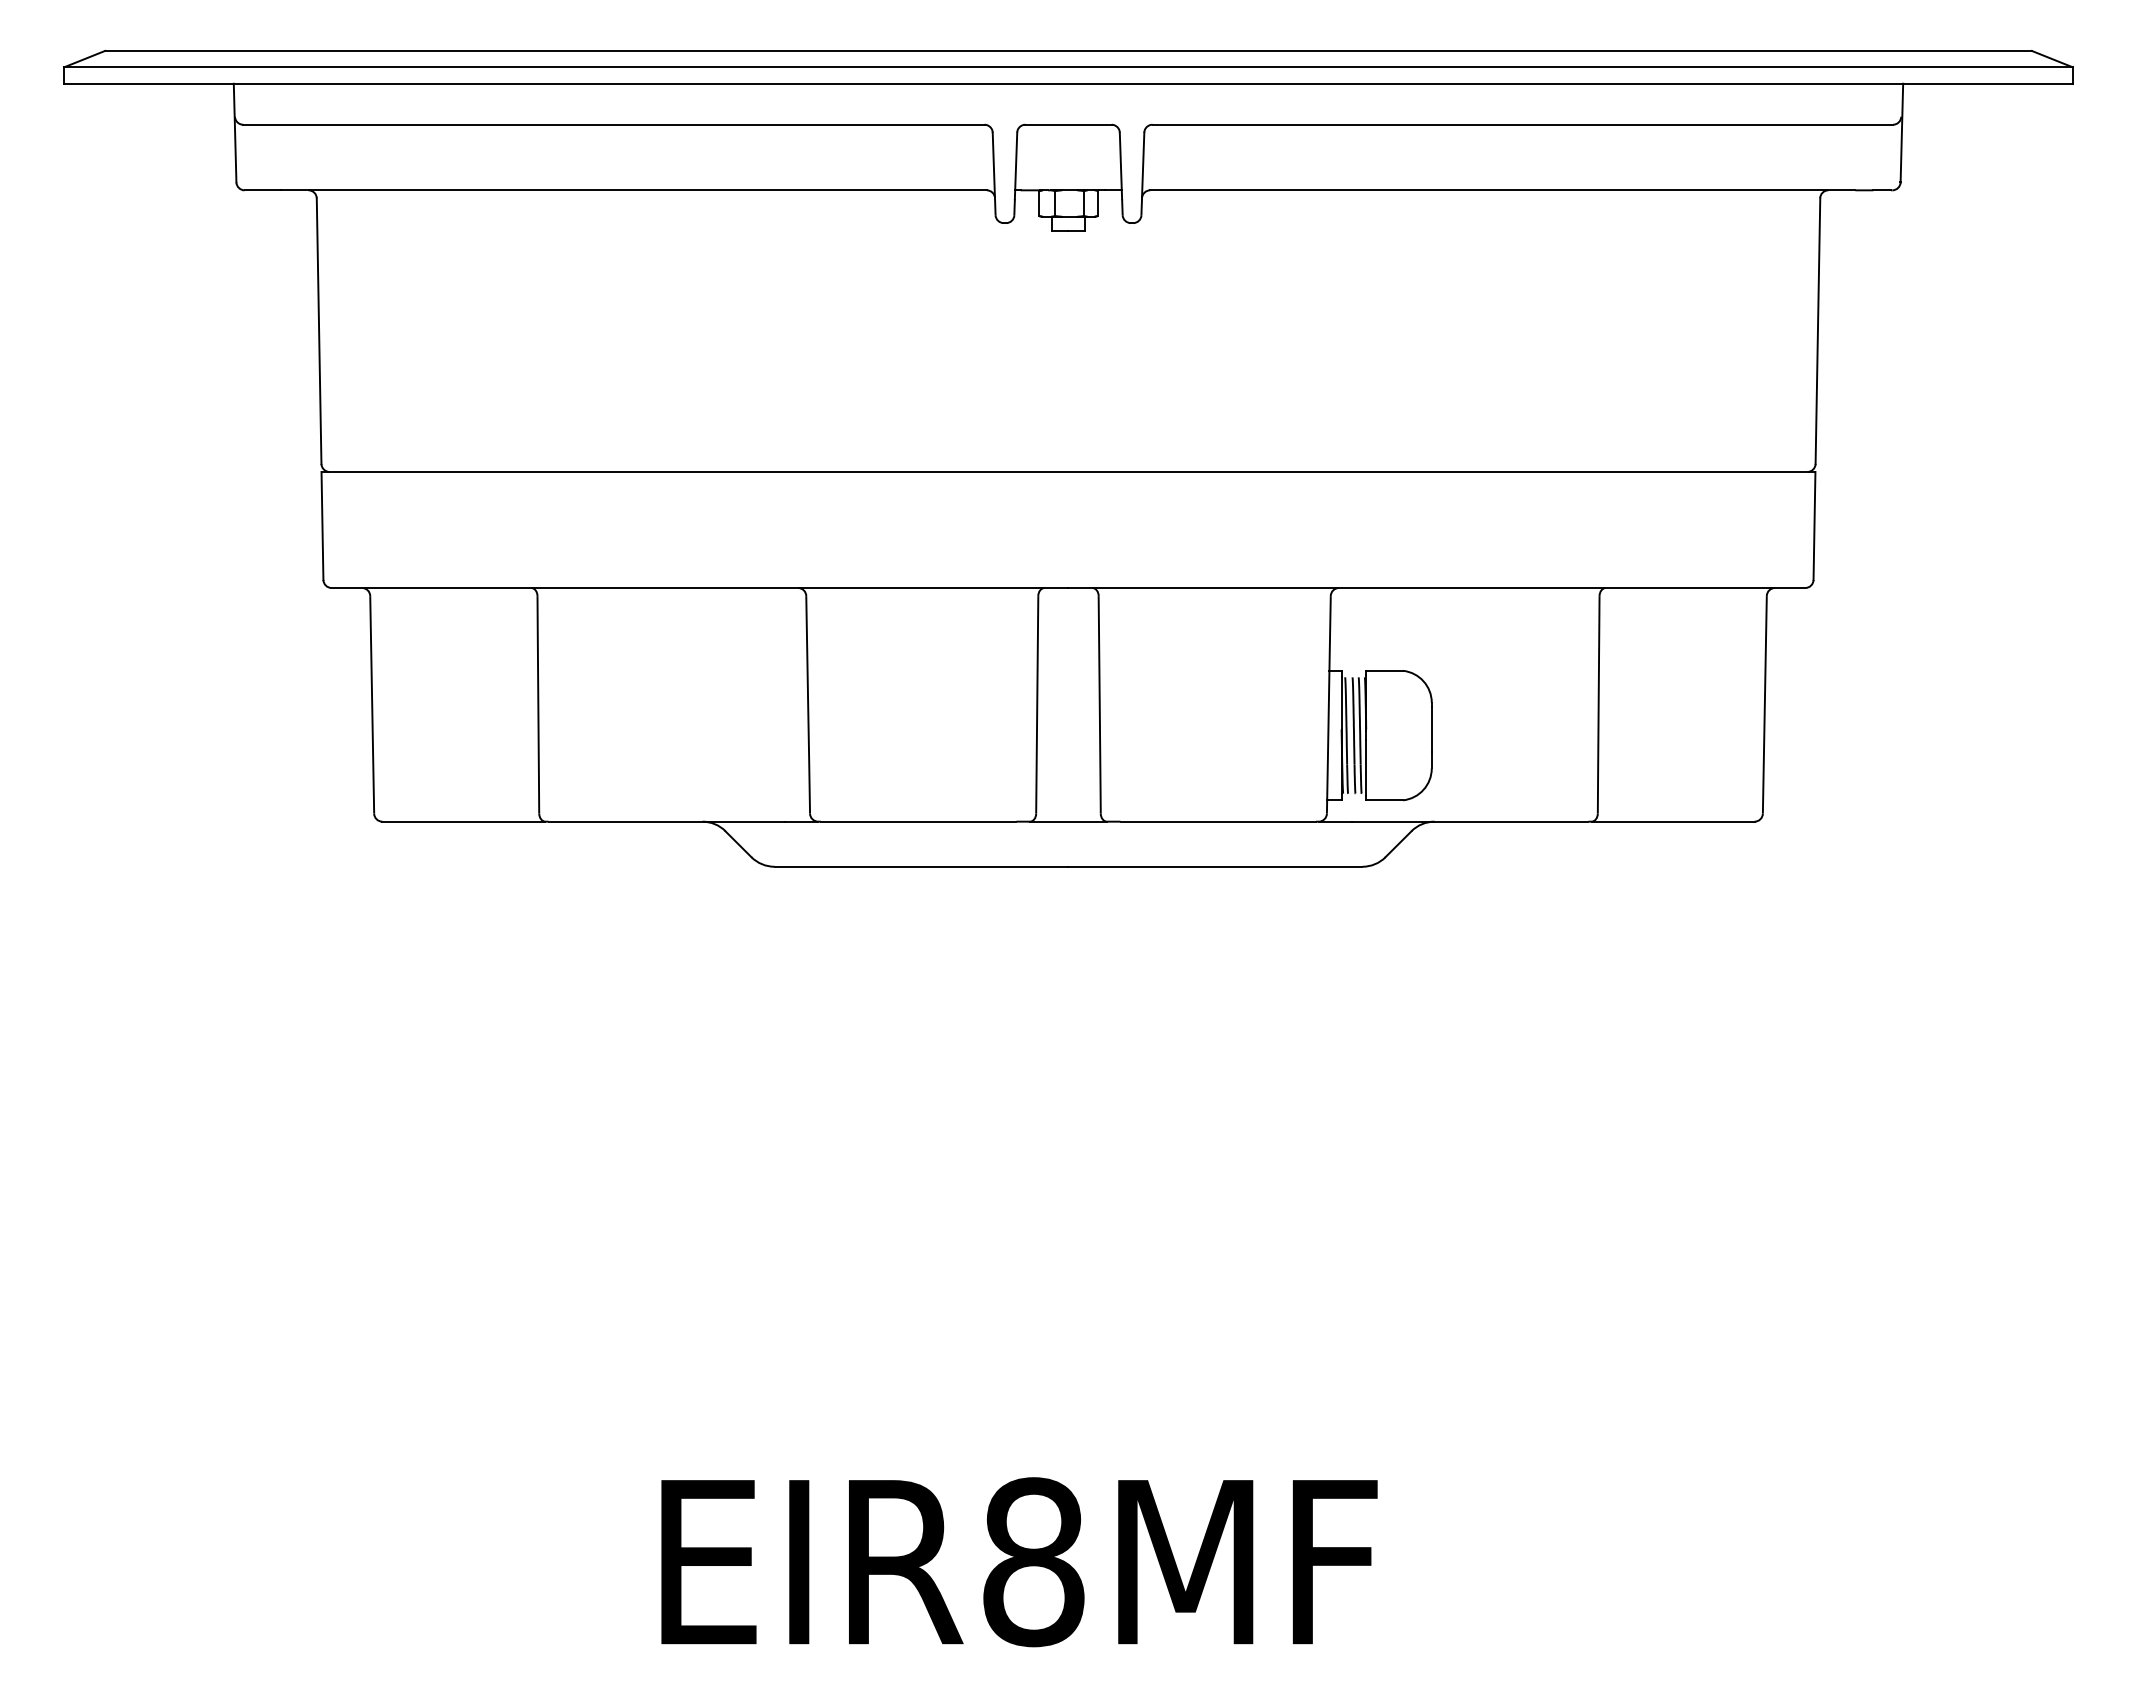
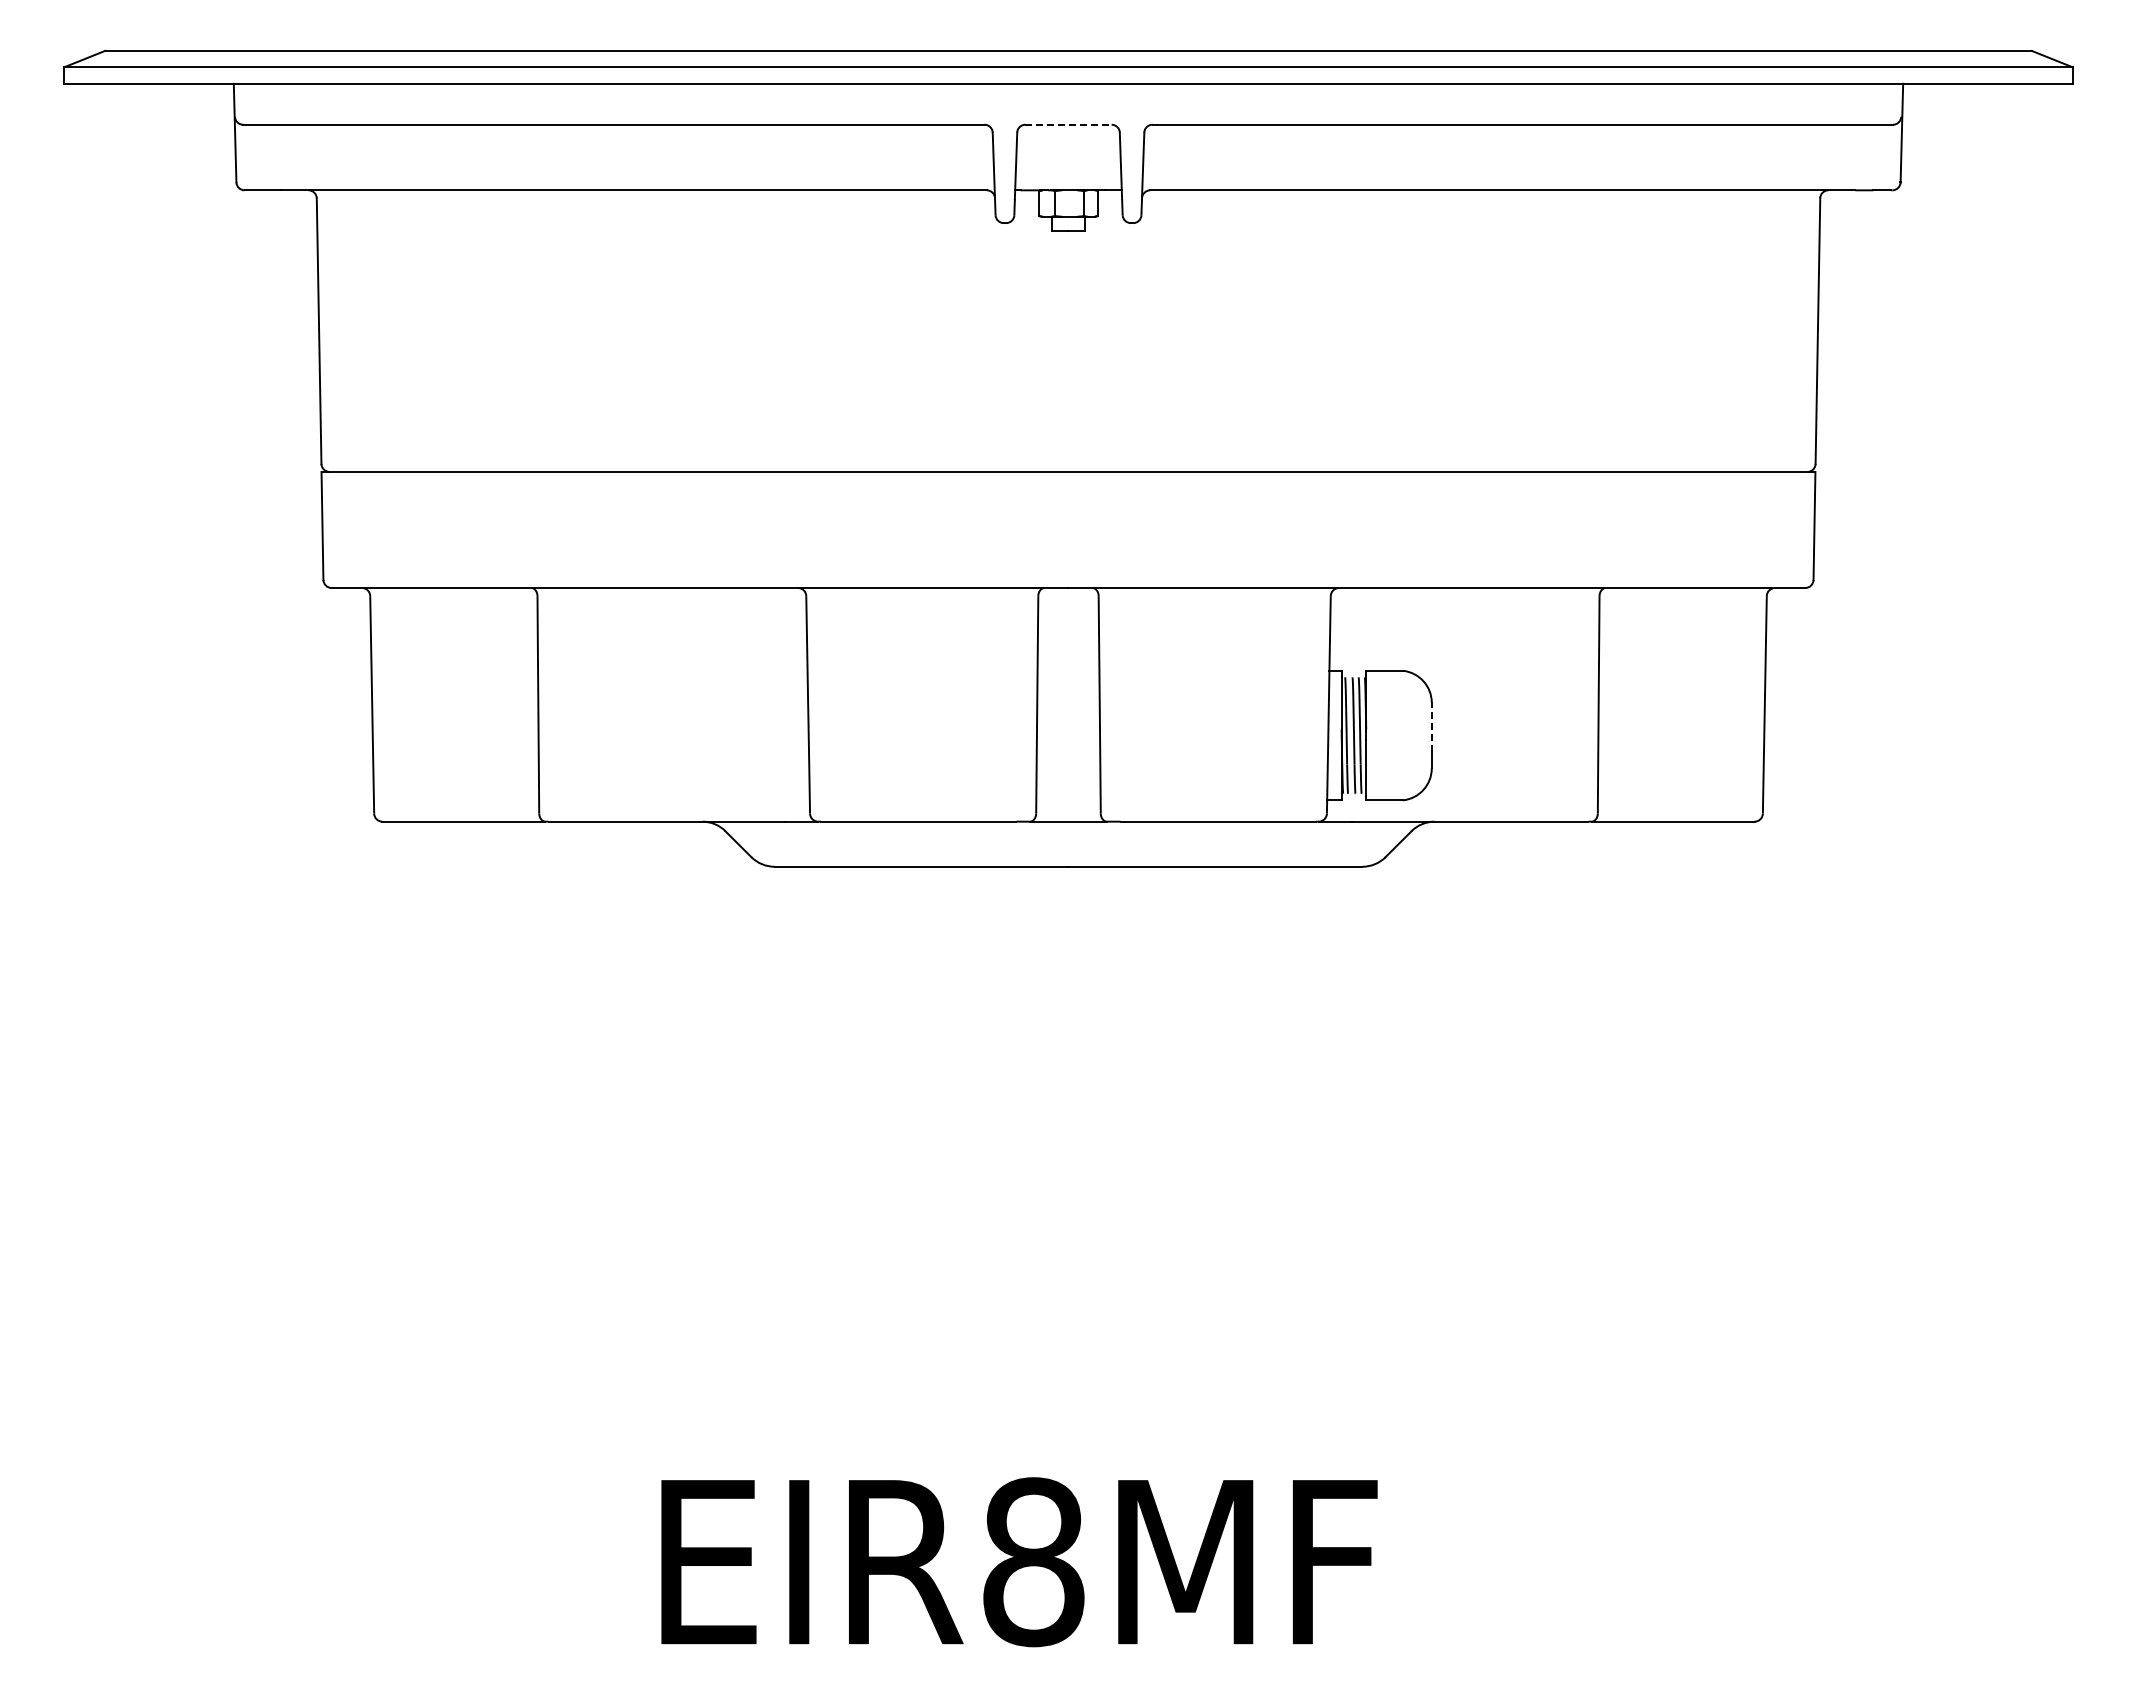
line at (1069, 124): solid -> dashed
line at (1431, 729): solid -> dashed
